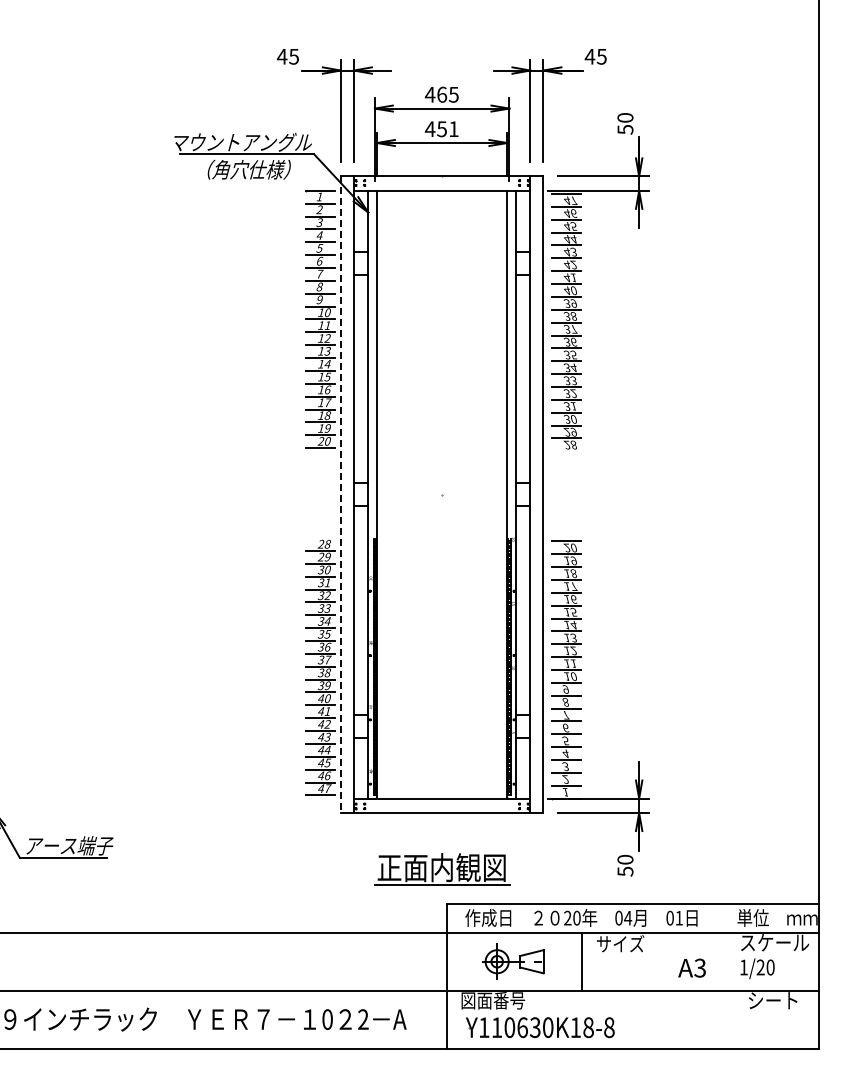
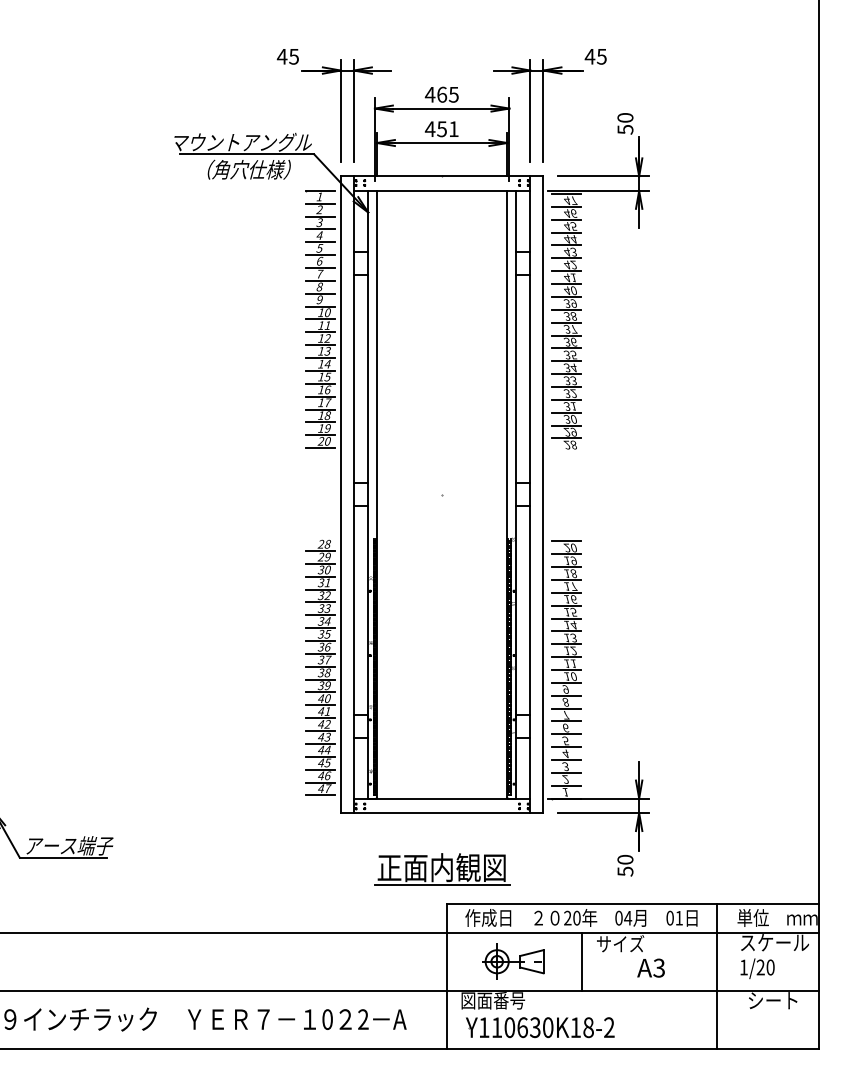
line at (340, 495): dashed -> solid
text at (691, 967) position: (691, 967) -> (650, 967)
line at (717, 975): none -> present
text at (609, 1027): Y110630K18-8 -> Y110630K18-2
